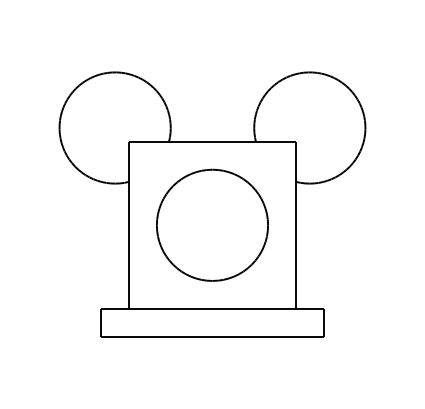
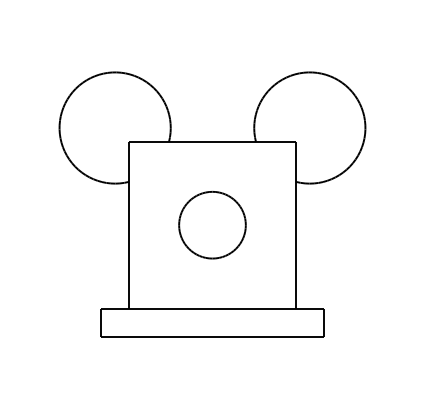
circle at (212, 224) size: 113x114 px -> 69x69 px
